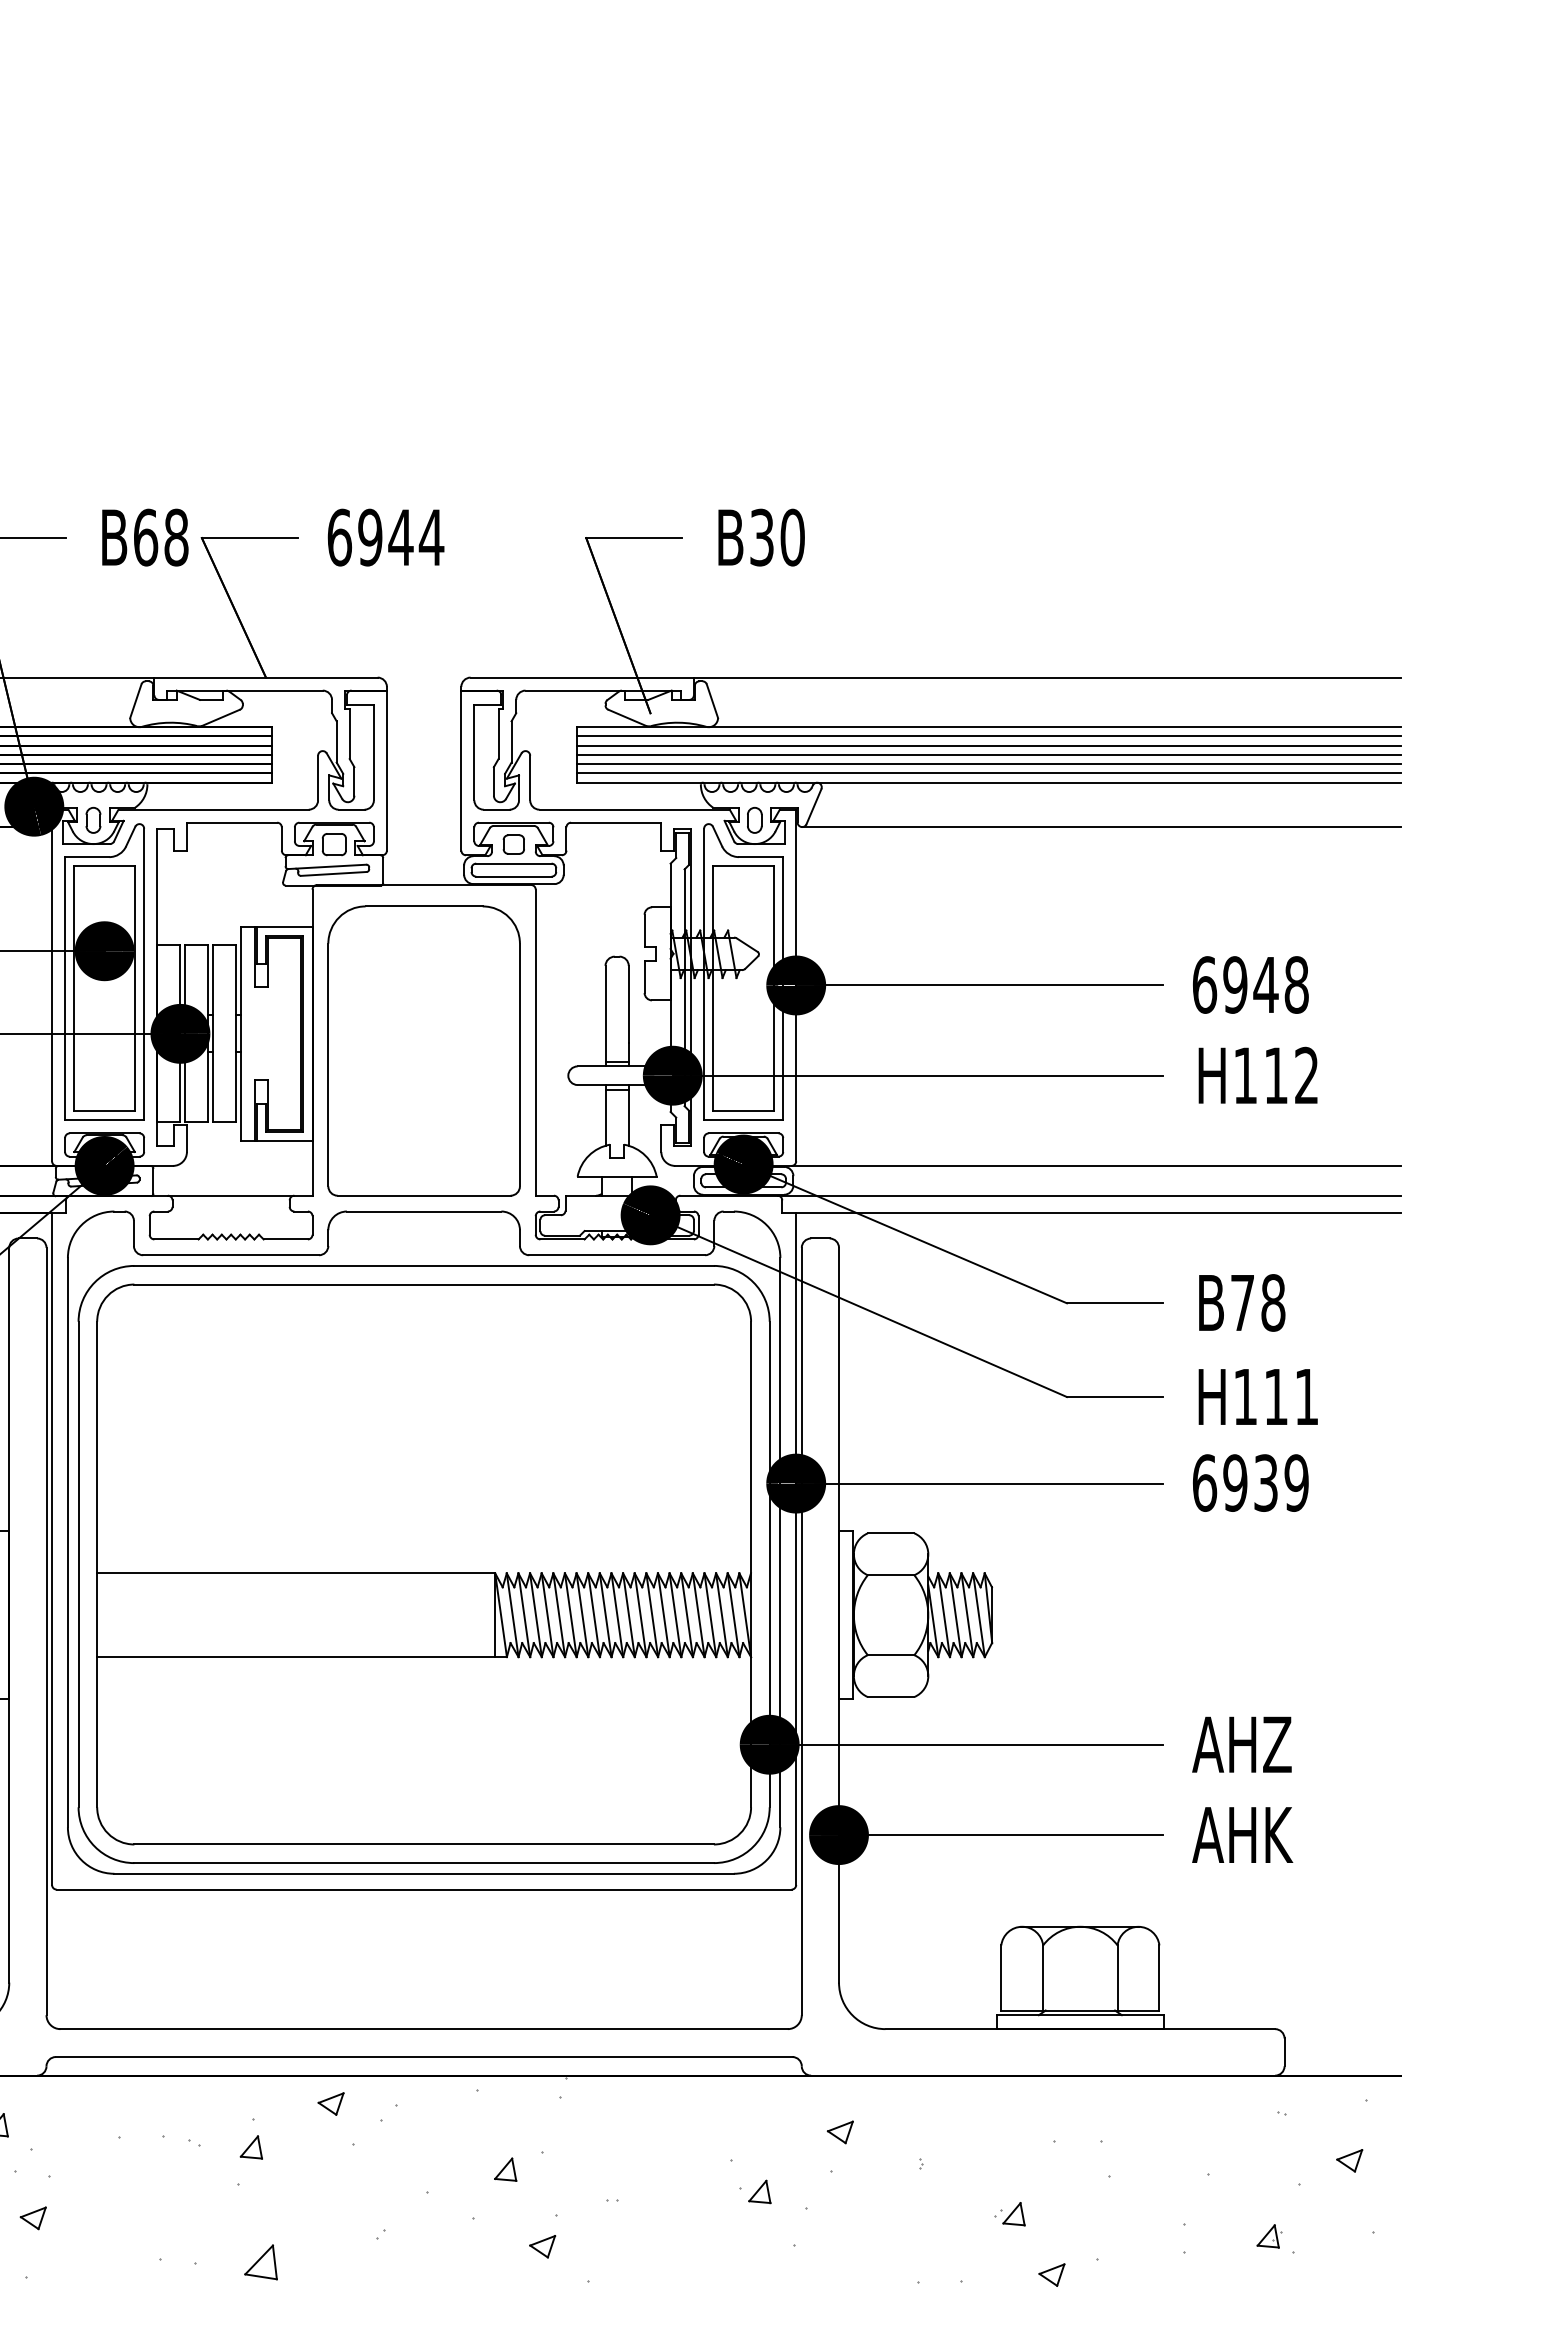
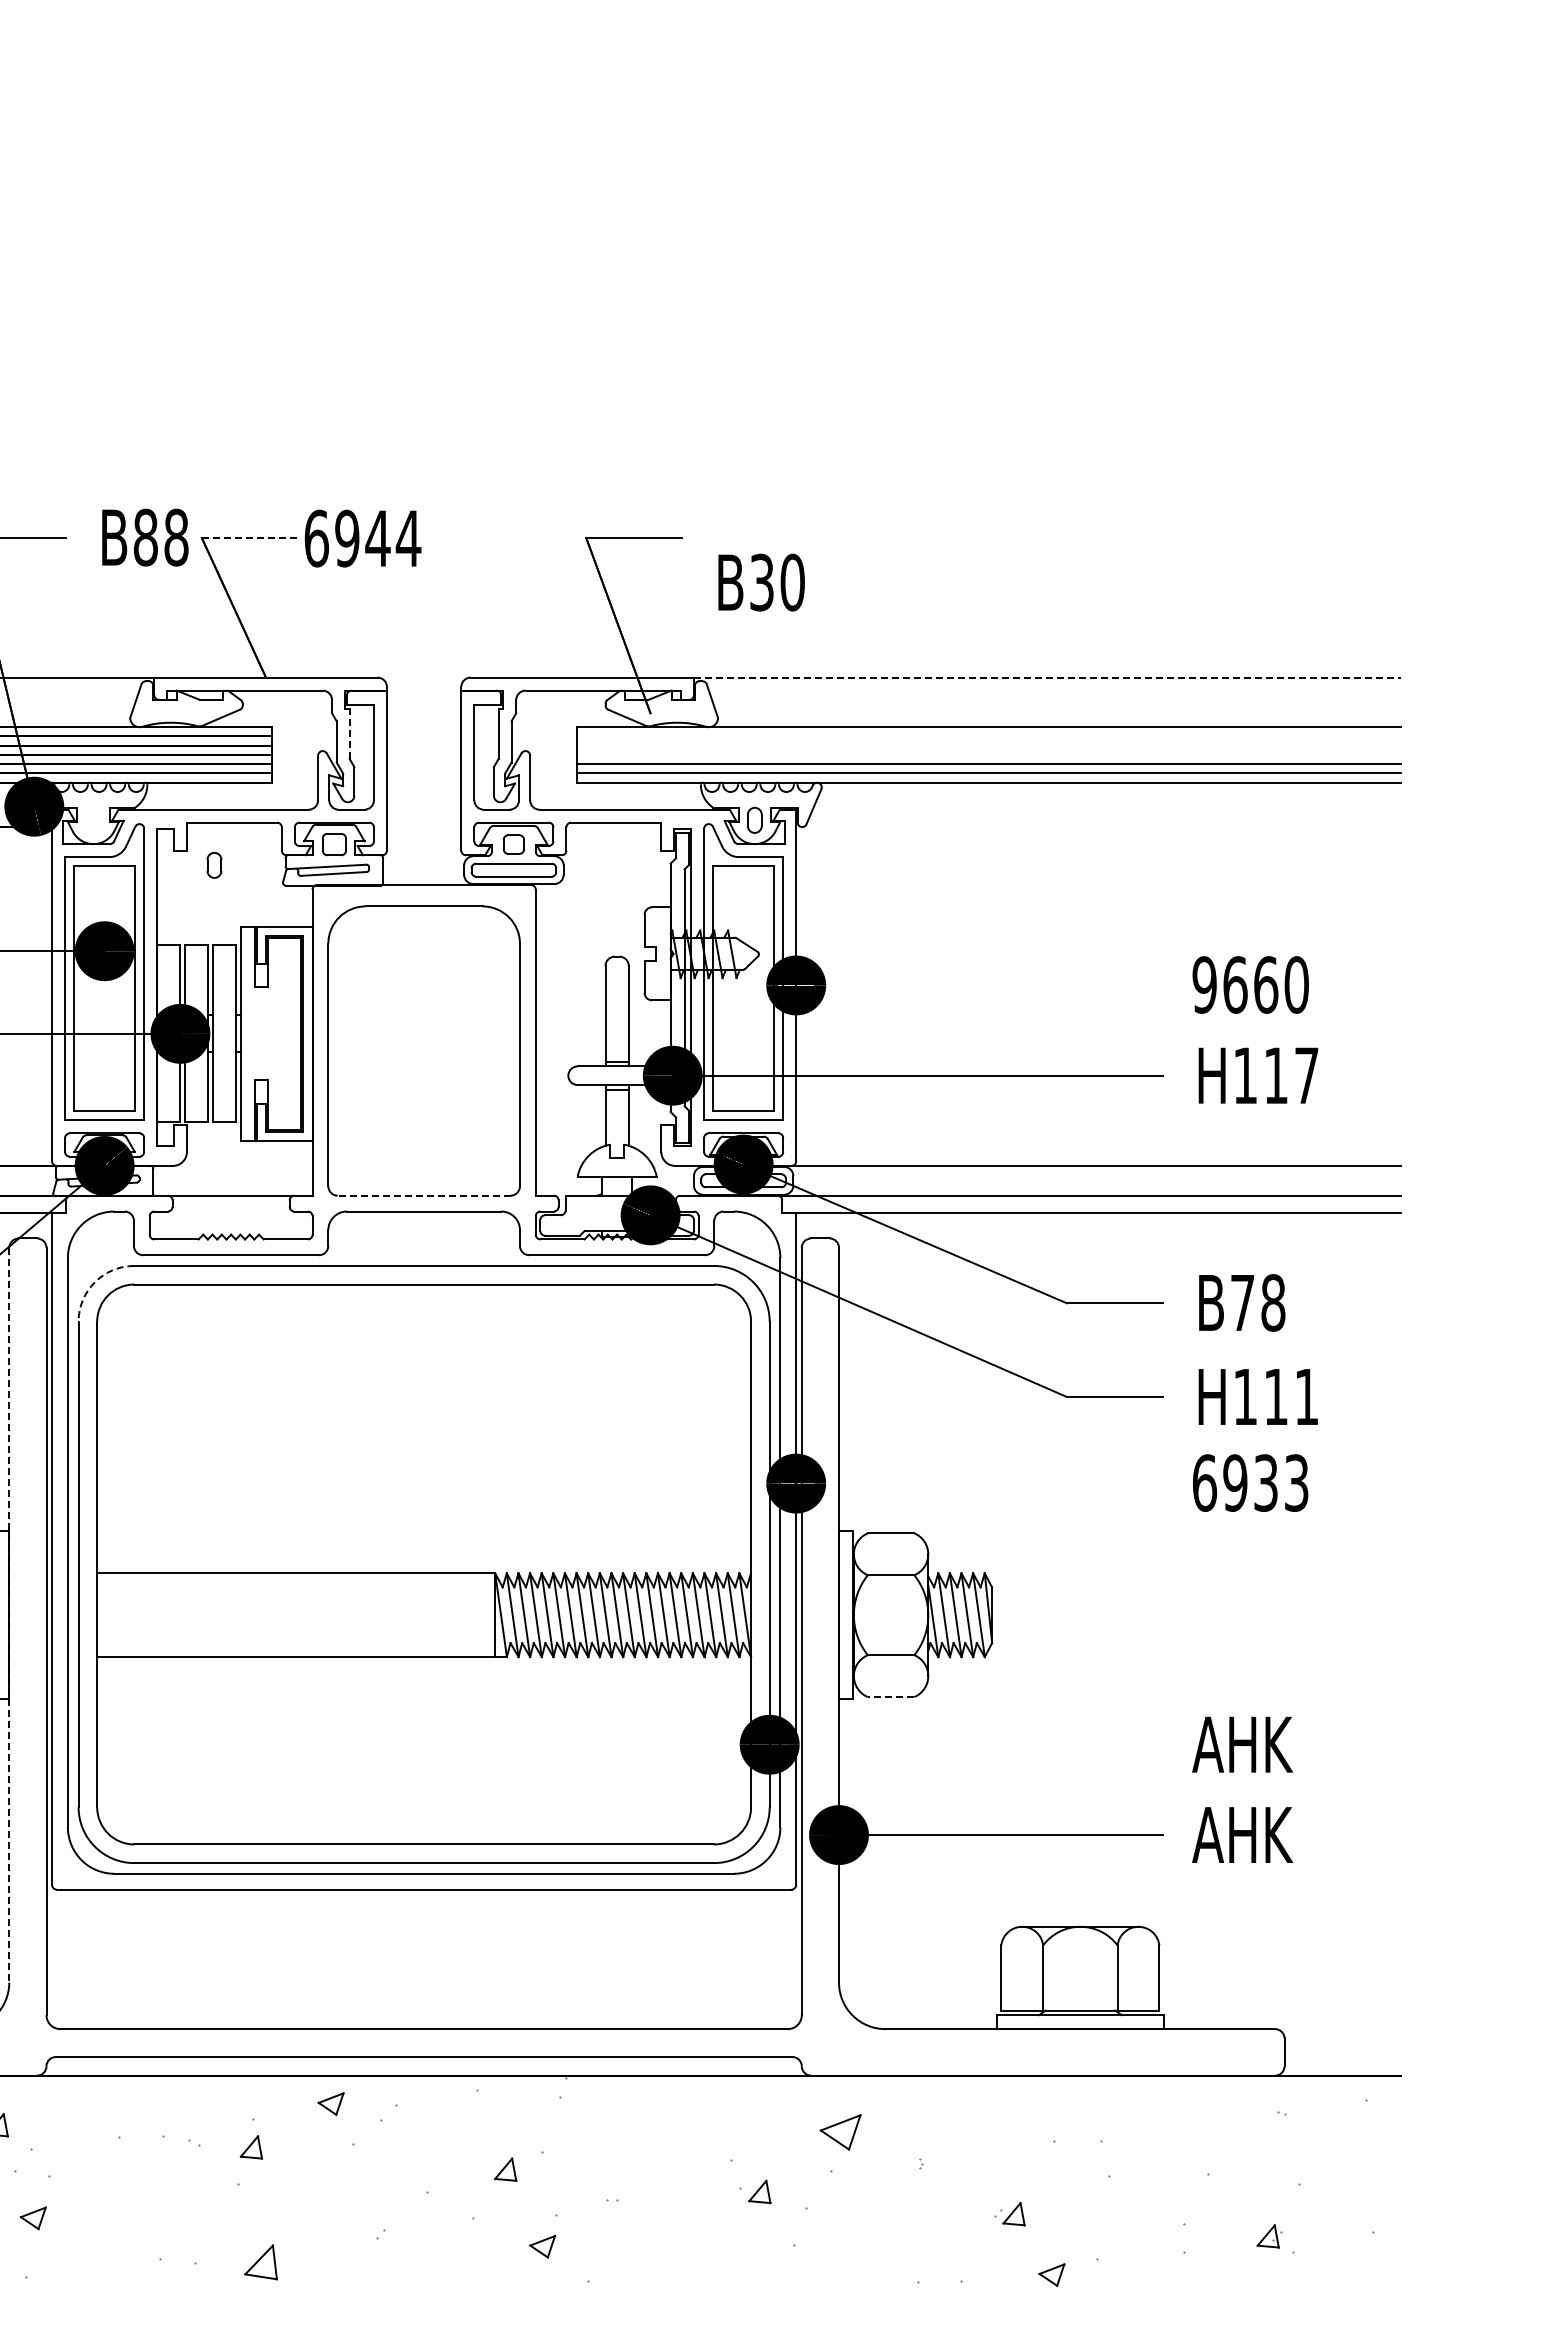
text at (145, 537): B68 -> B88
text at (385, 537) position: (385, 537) -> (362, 538)
text at (761, 537) position: (761, 537) -> (761, 582)
line at (249, 538): solid -> dashed
line at (1047, 677): solid -> dashed
line at (349, 734): solid -> dashed
line at (988, 736): present -> none
line at (988, 745): present -> none
line at (988, 754): present -> none
part at (93, 819) position: (93, 819) -> (214, 864)
line at (1101, 827): present -> none
text at (1250, 984): 6948 -> 9660
line at (979, 985): present -> none
text at (1306, 1074): H112 -> H117
line at (424, 1195): solid -> dashed
arc at (94, 1282): solid -> dashed
text at (1296, 1482): 6939 -> 6933
line at (979, 1483): present -> none
line at (9, 1615): solid -> dashed
line at (890, 1697): solid -> dashed
line at (965, 1744): present -> none
text at (1278, 1744): AHZ -> AHK
part at (839, 2132) size: 28x25 px -> 43x37 px
part at (1349, 2160): present -> none
